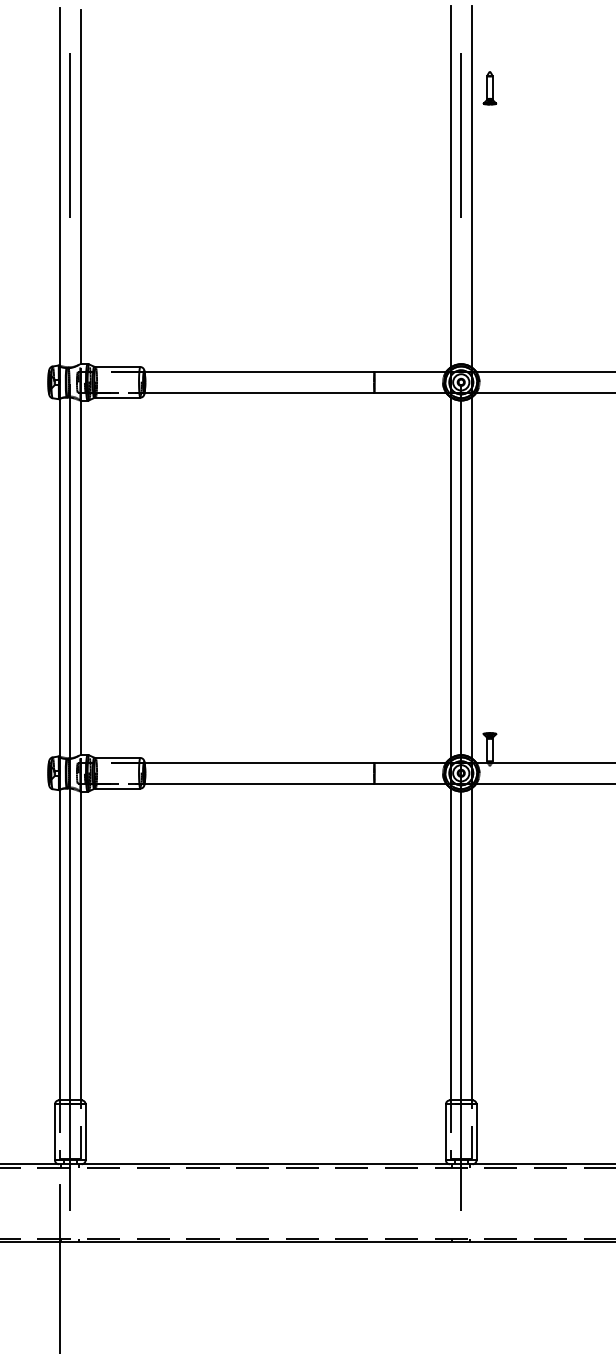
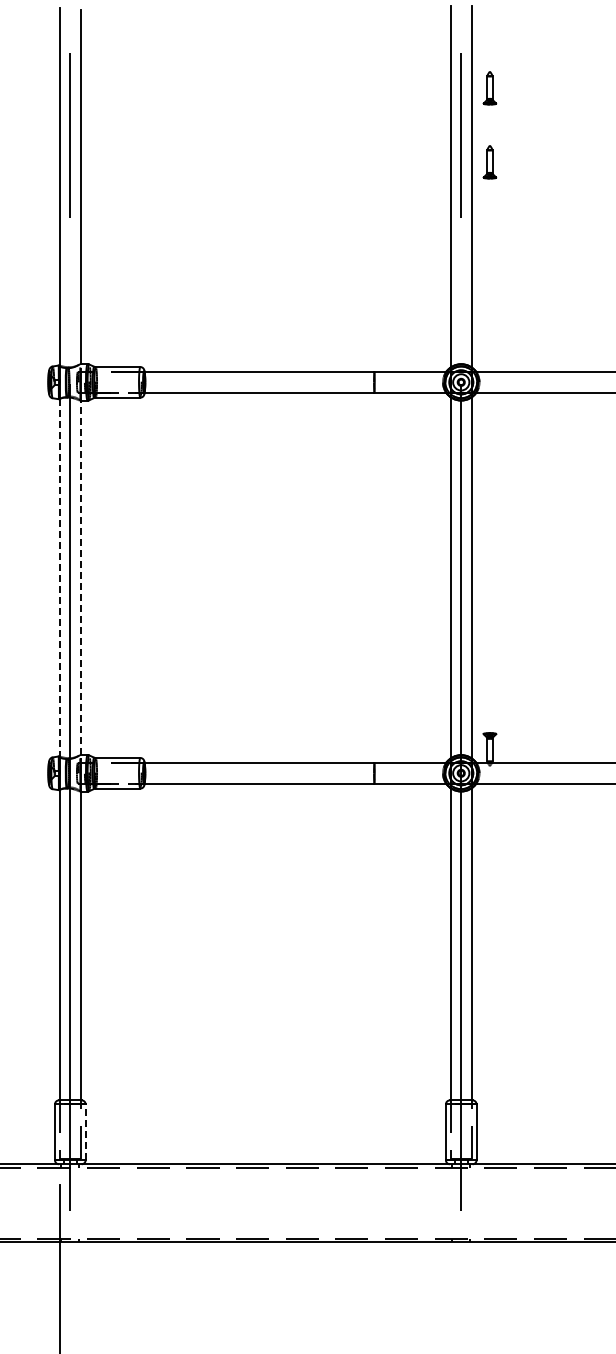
part at (489, 162): none -> present
line at (80, 577): solid -> dashed
line at (59, 578): solid -> dashed
line at (85, 1131): solid -> dashed
